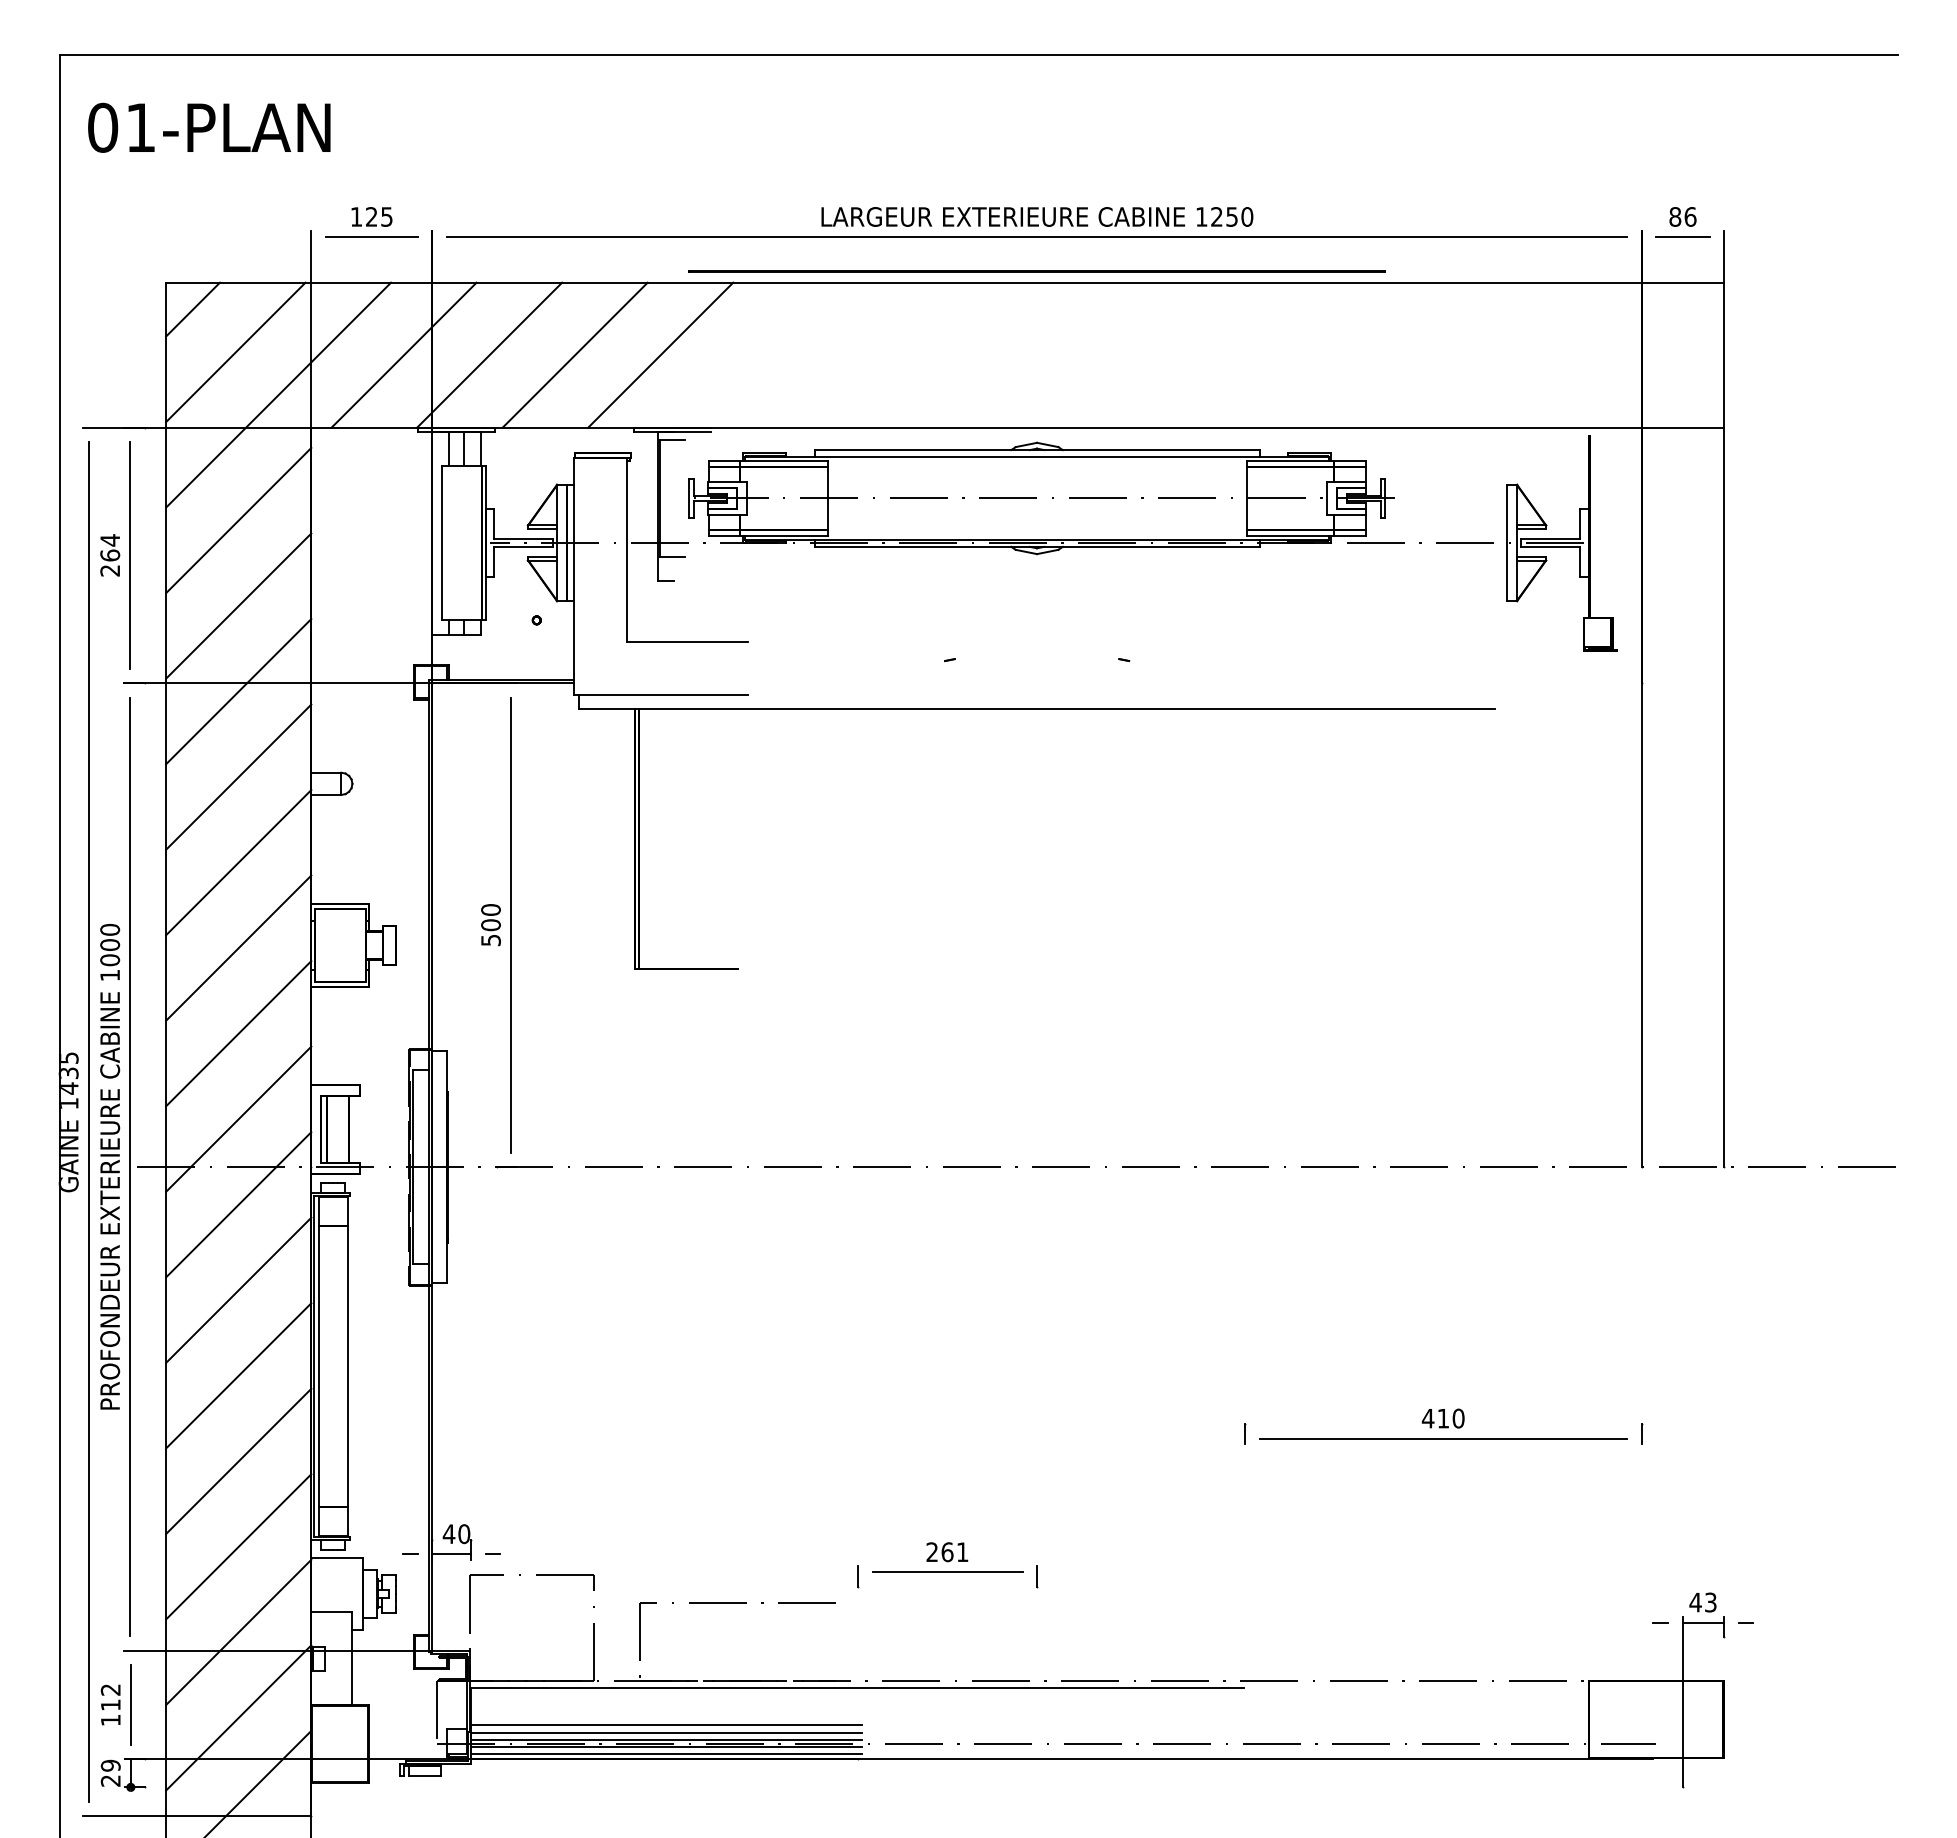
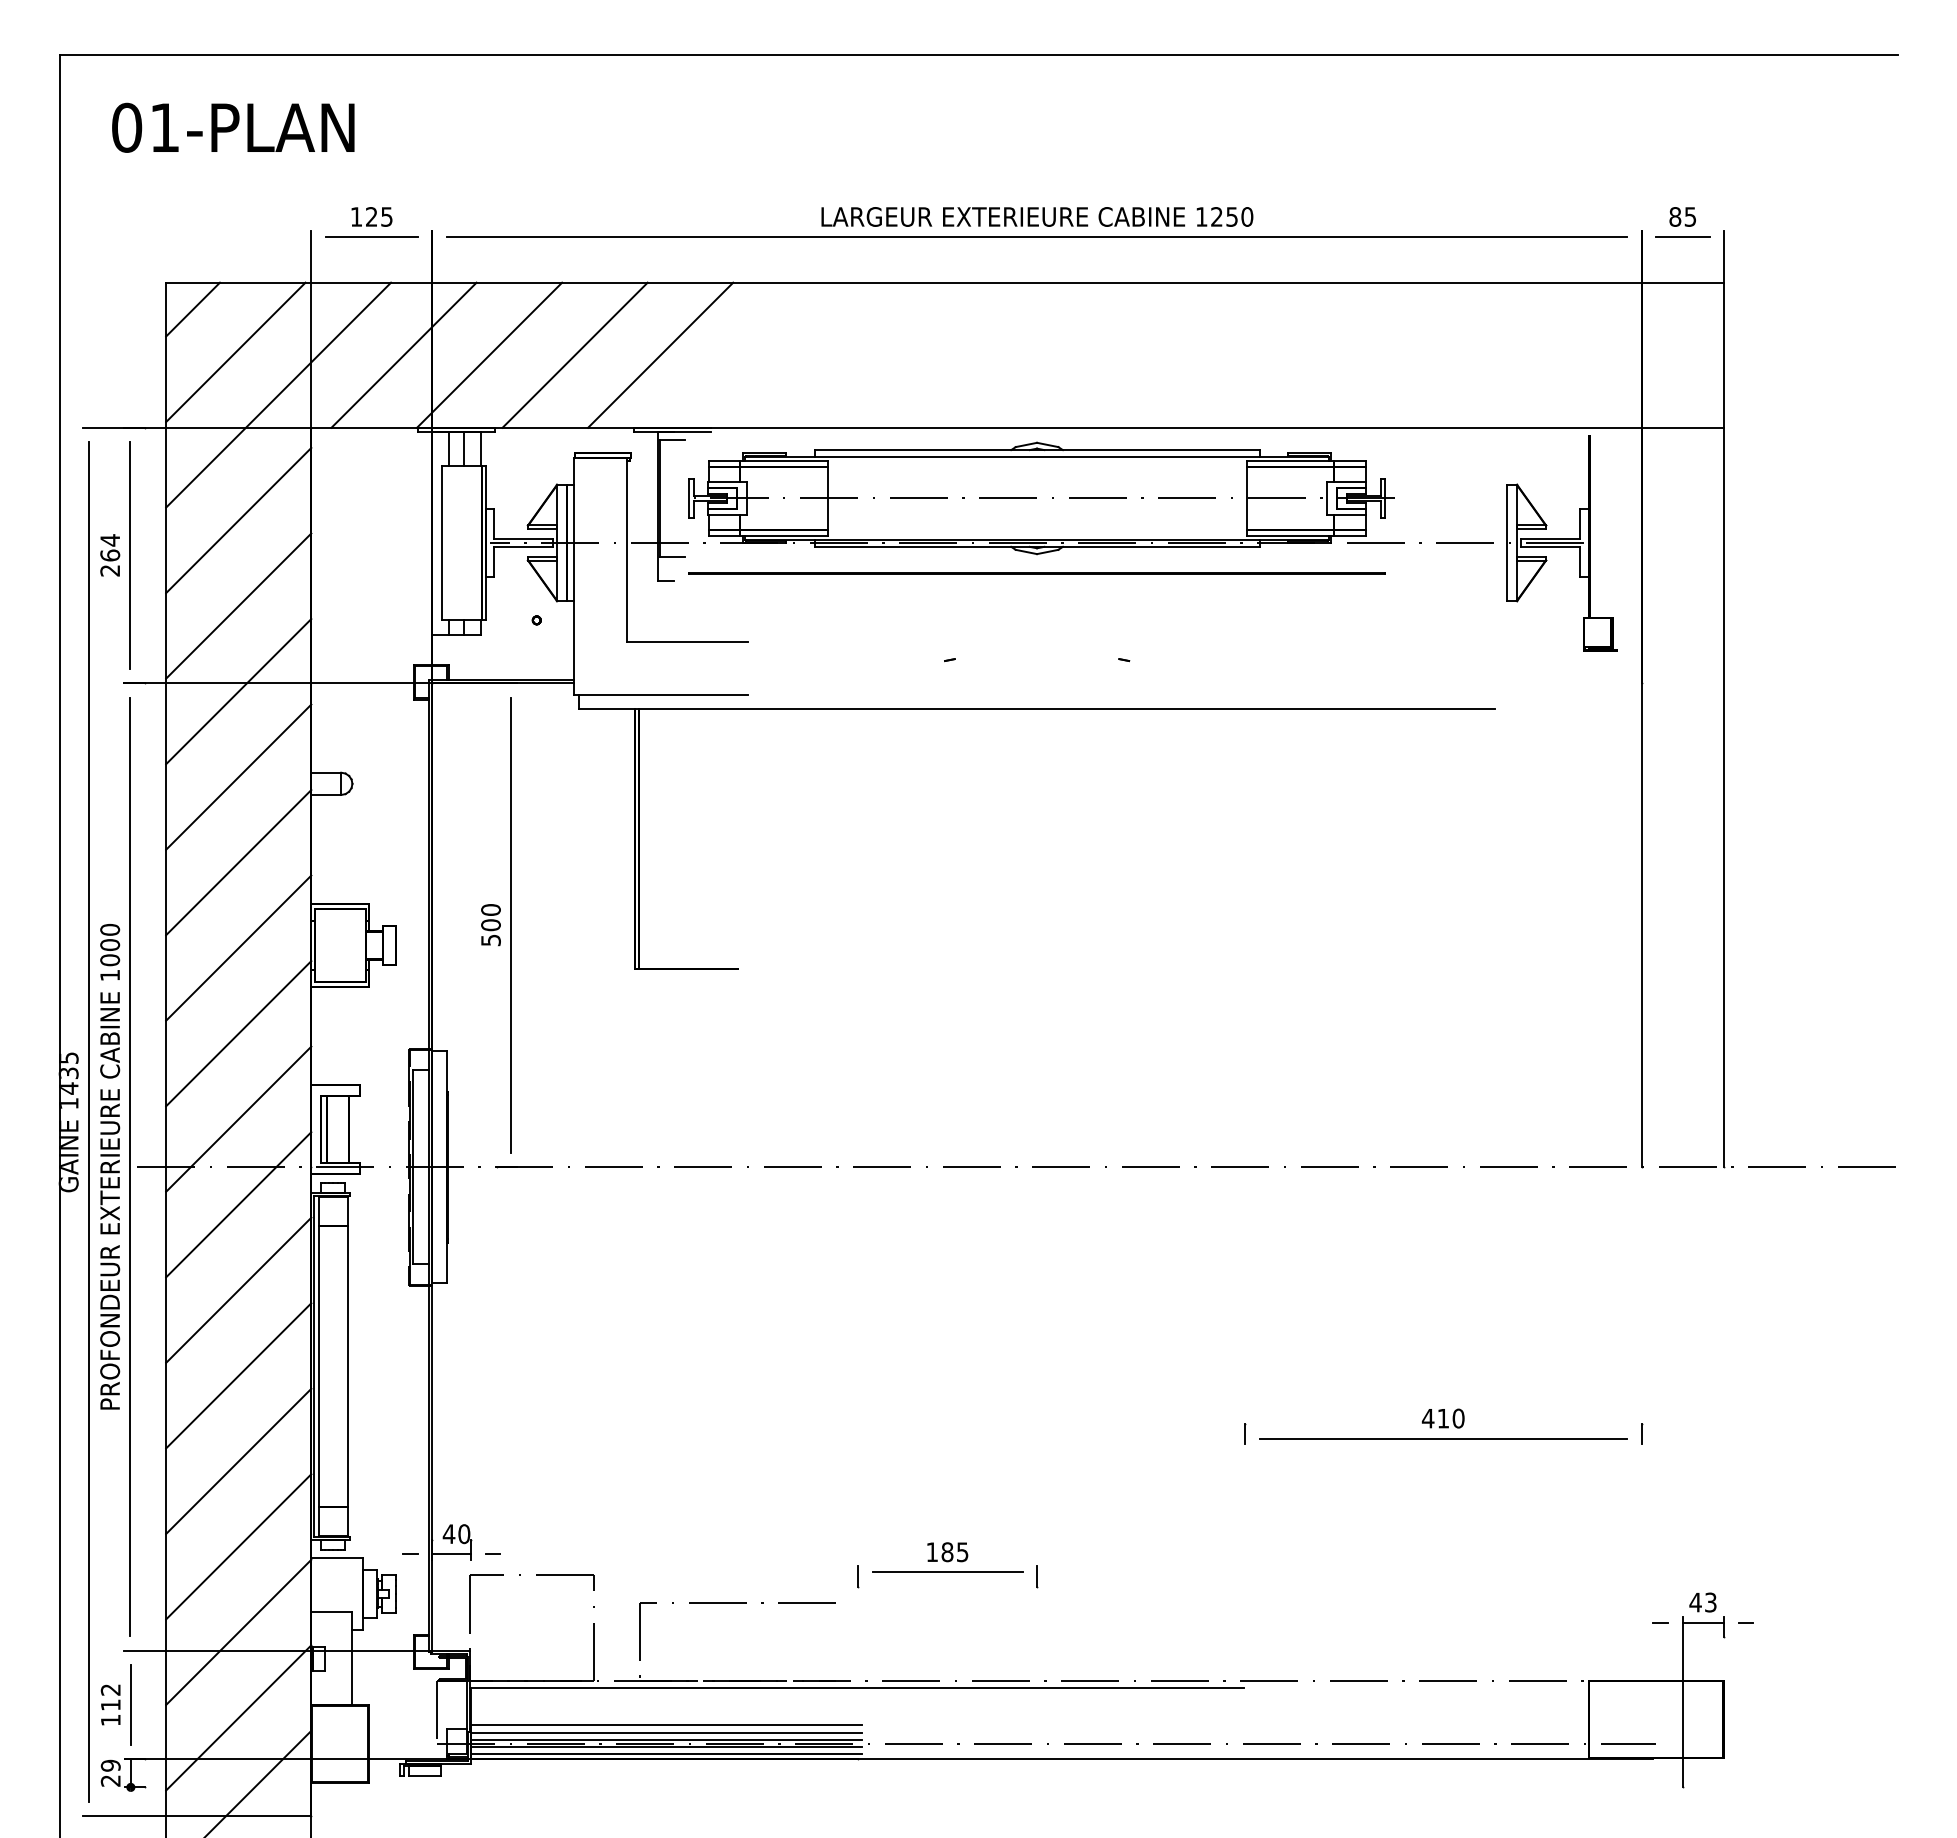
text at (209, 127) position: (209, 127) -> (233, 127)
text at (1690, 216): 86 -> 85
line at (1036, 271) position: (1036, 271) -> (1036, 573)
text at (947, 1552): 261 -> 185
